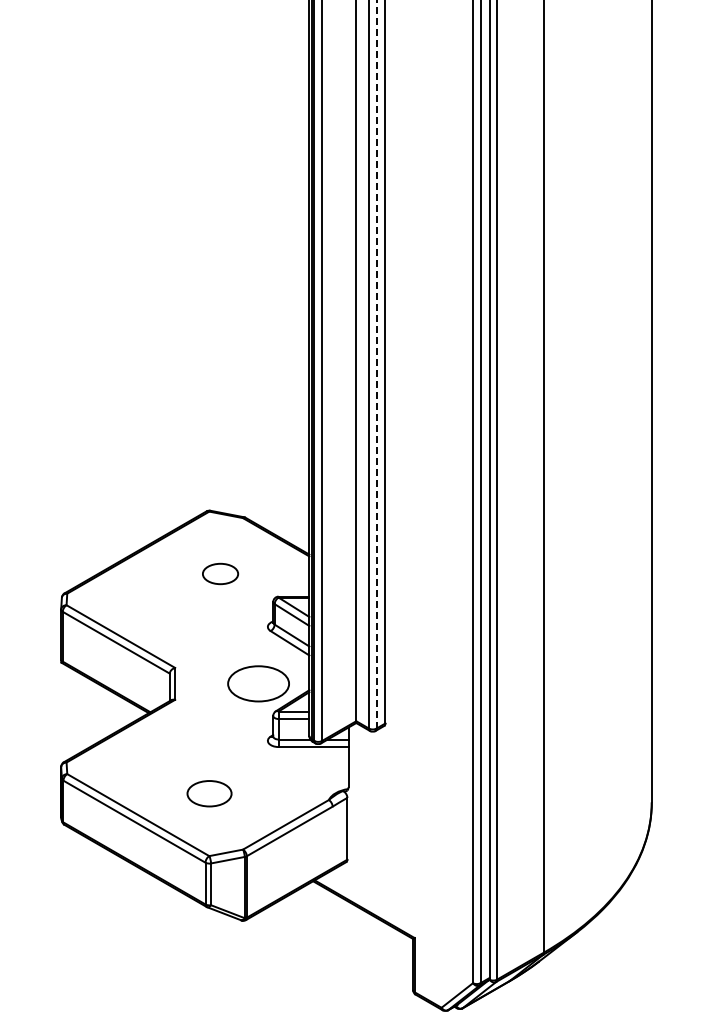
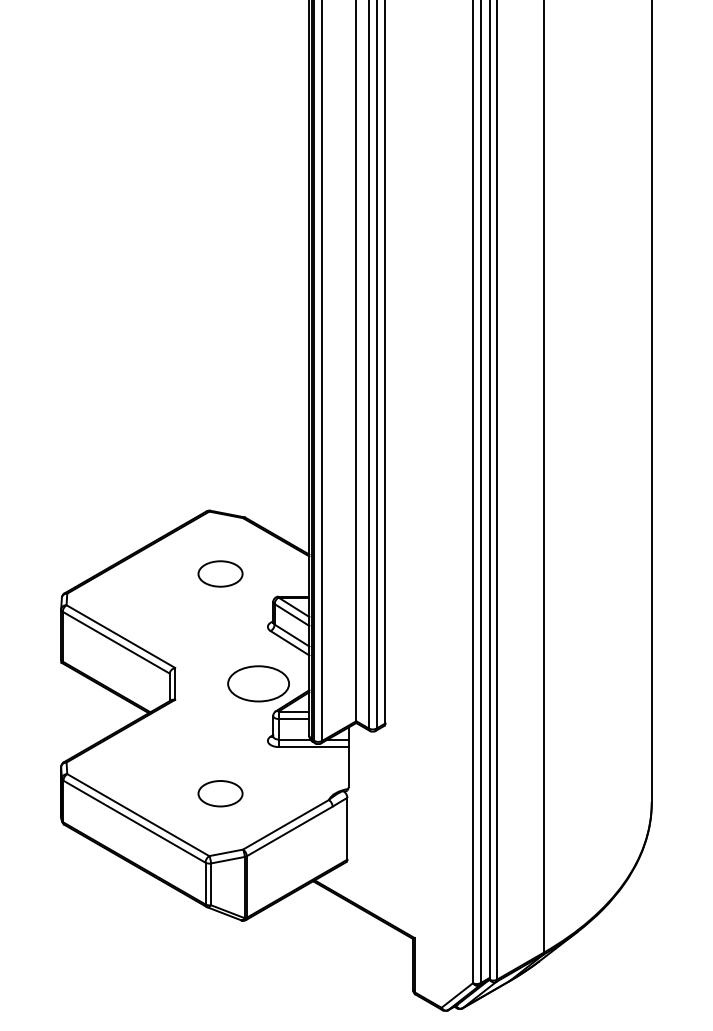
line at (376, 364): dashed -> solid
part at (220, 573) size: 38x24 px -> 47x28 px
part at (209, 793) position: (209, 793) -> (220, 793)
